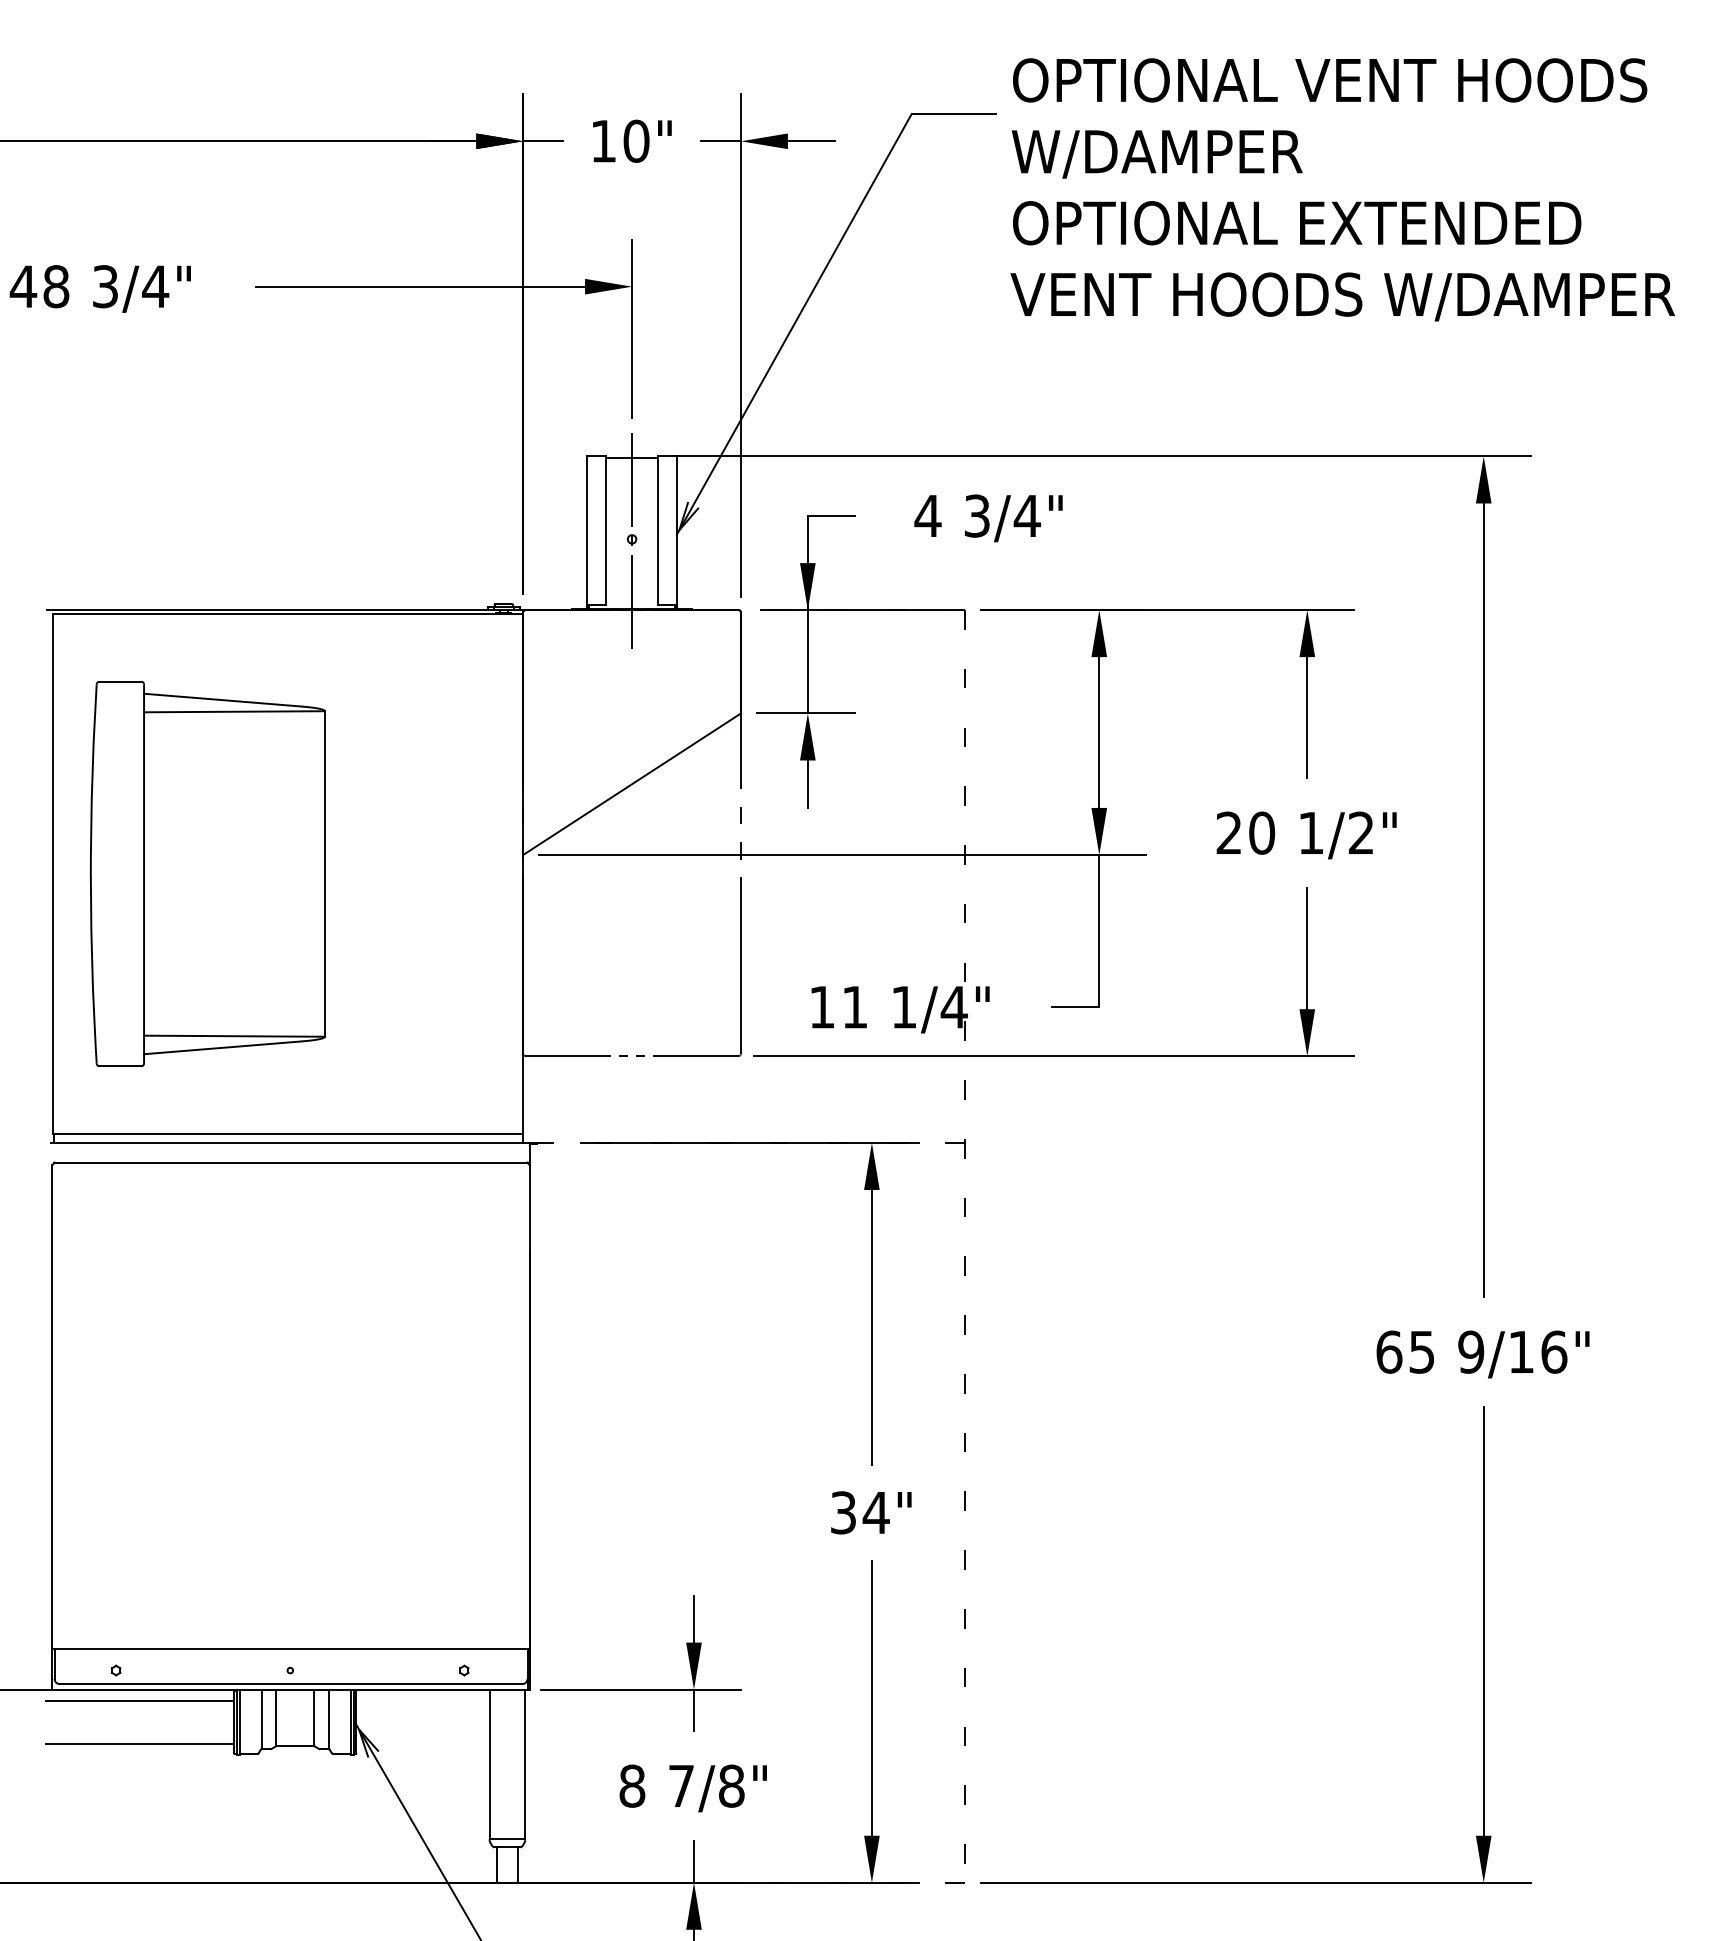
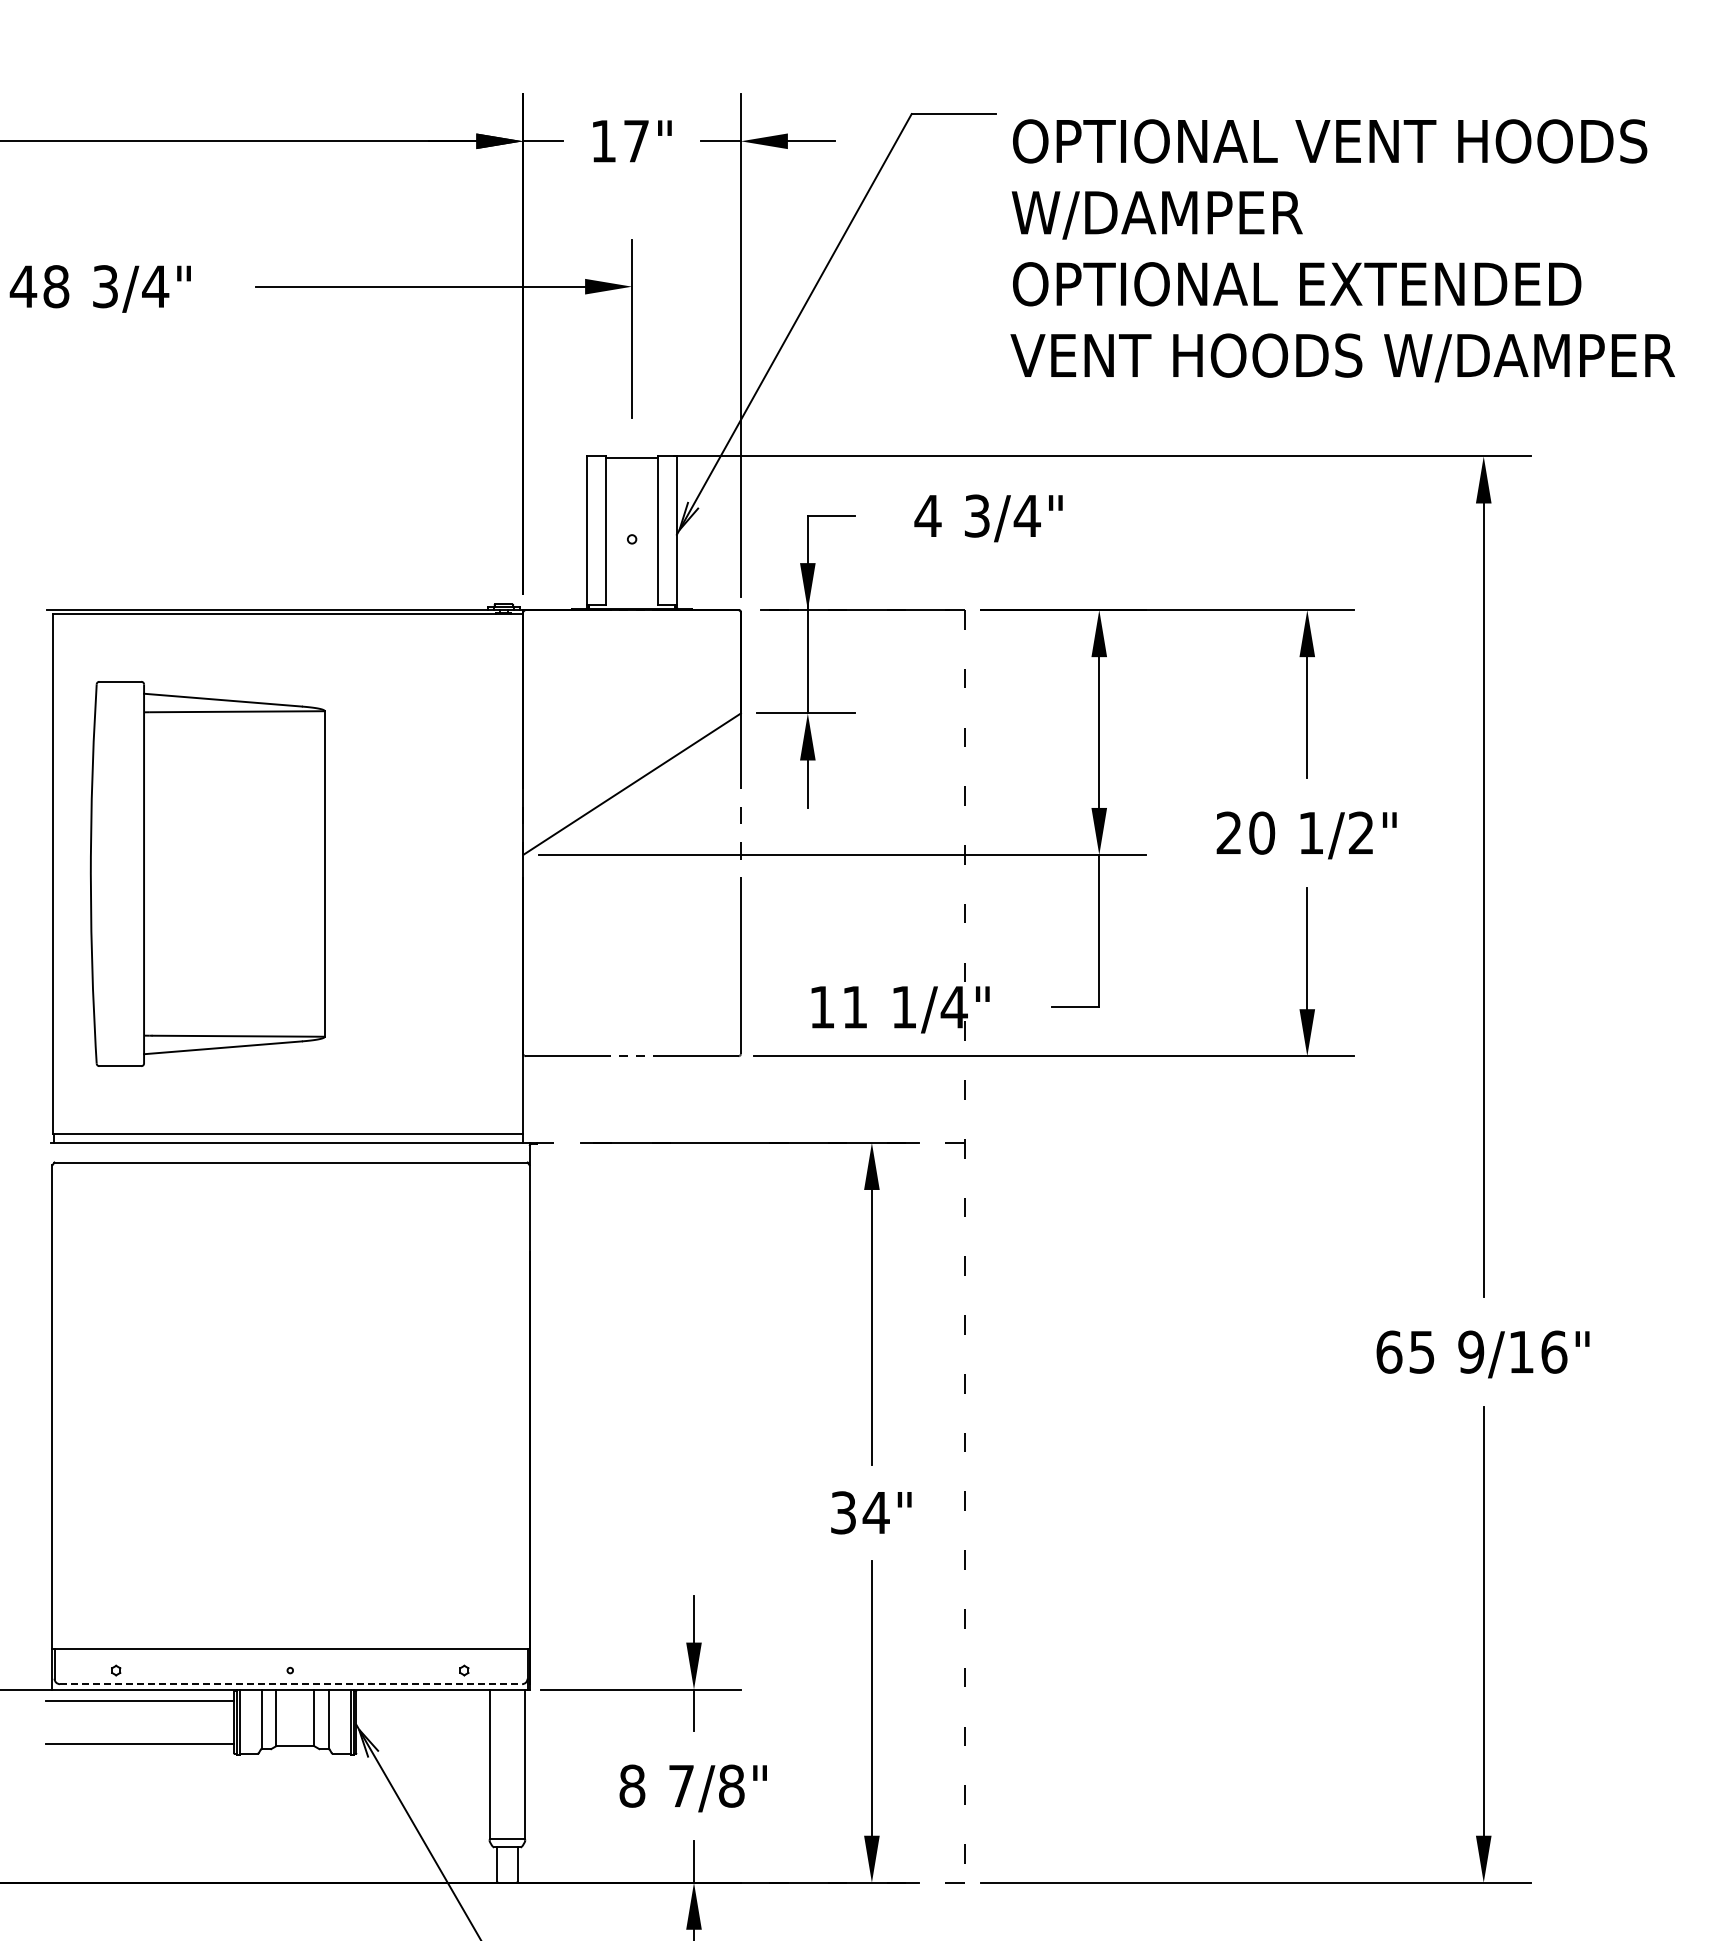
text at (636, 140): 10" -> 17"
text at (1342, 189) position: (1342, 189) -> (1342, 250)
line at (632, 540): present -> none
line at (291, 1684): solid -> dashed
